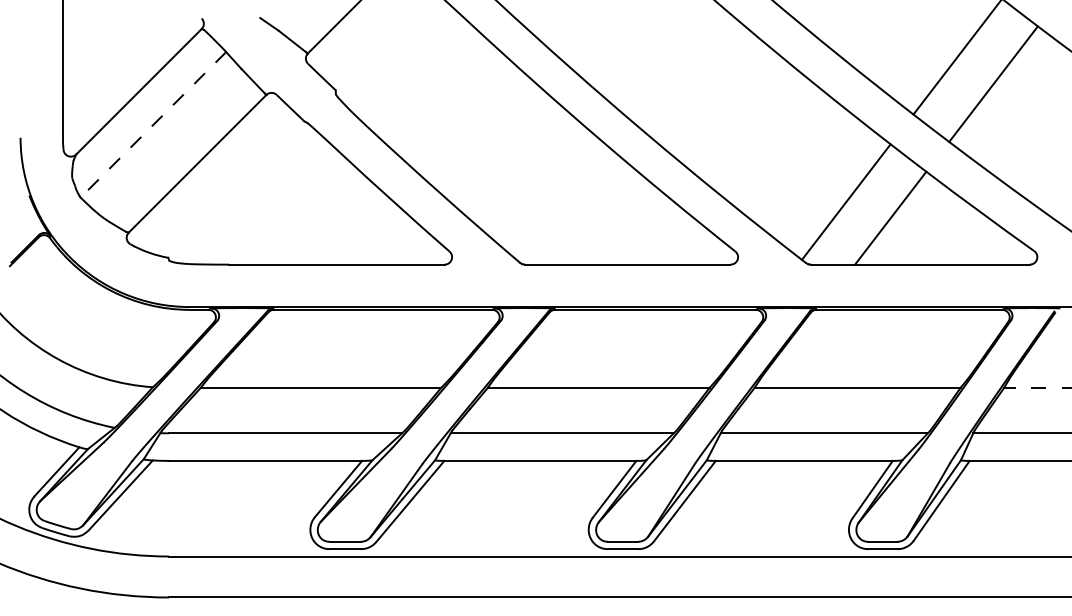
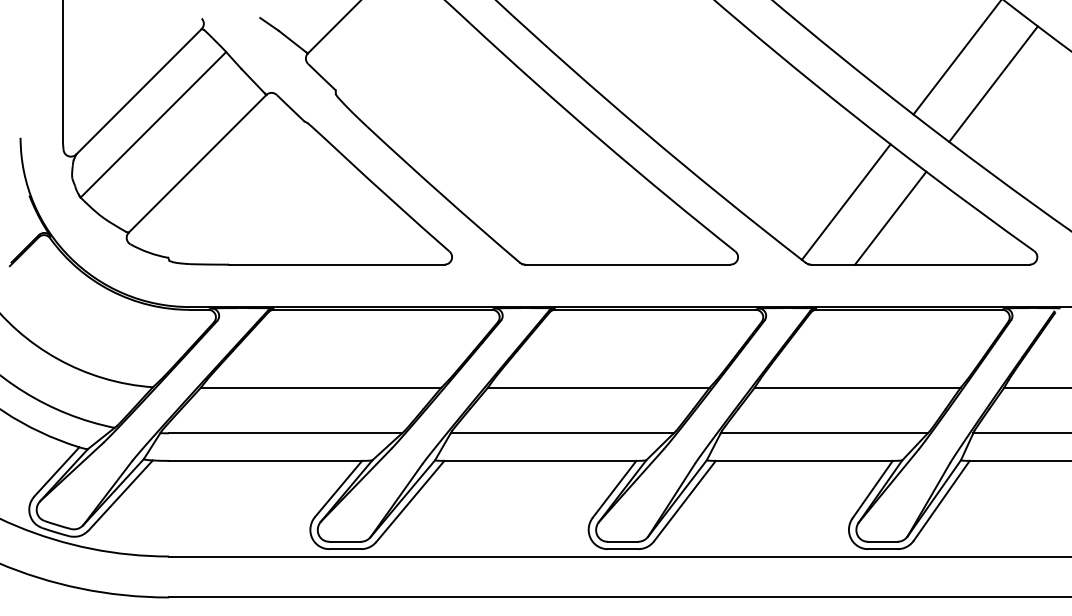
line at (153, 124): dashed -> solid
line at (1038, 387): dashed -> solid
